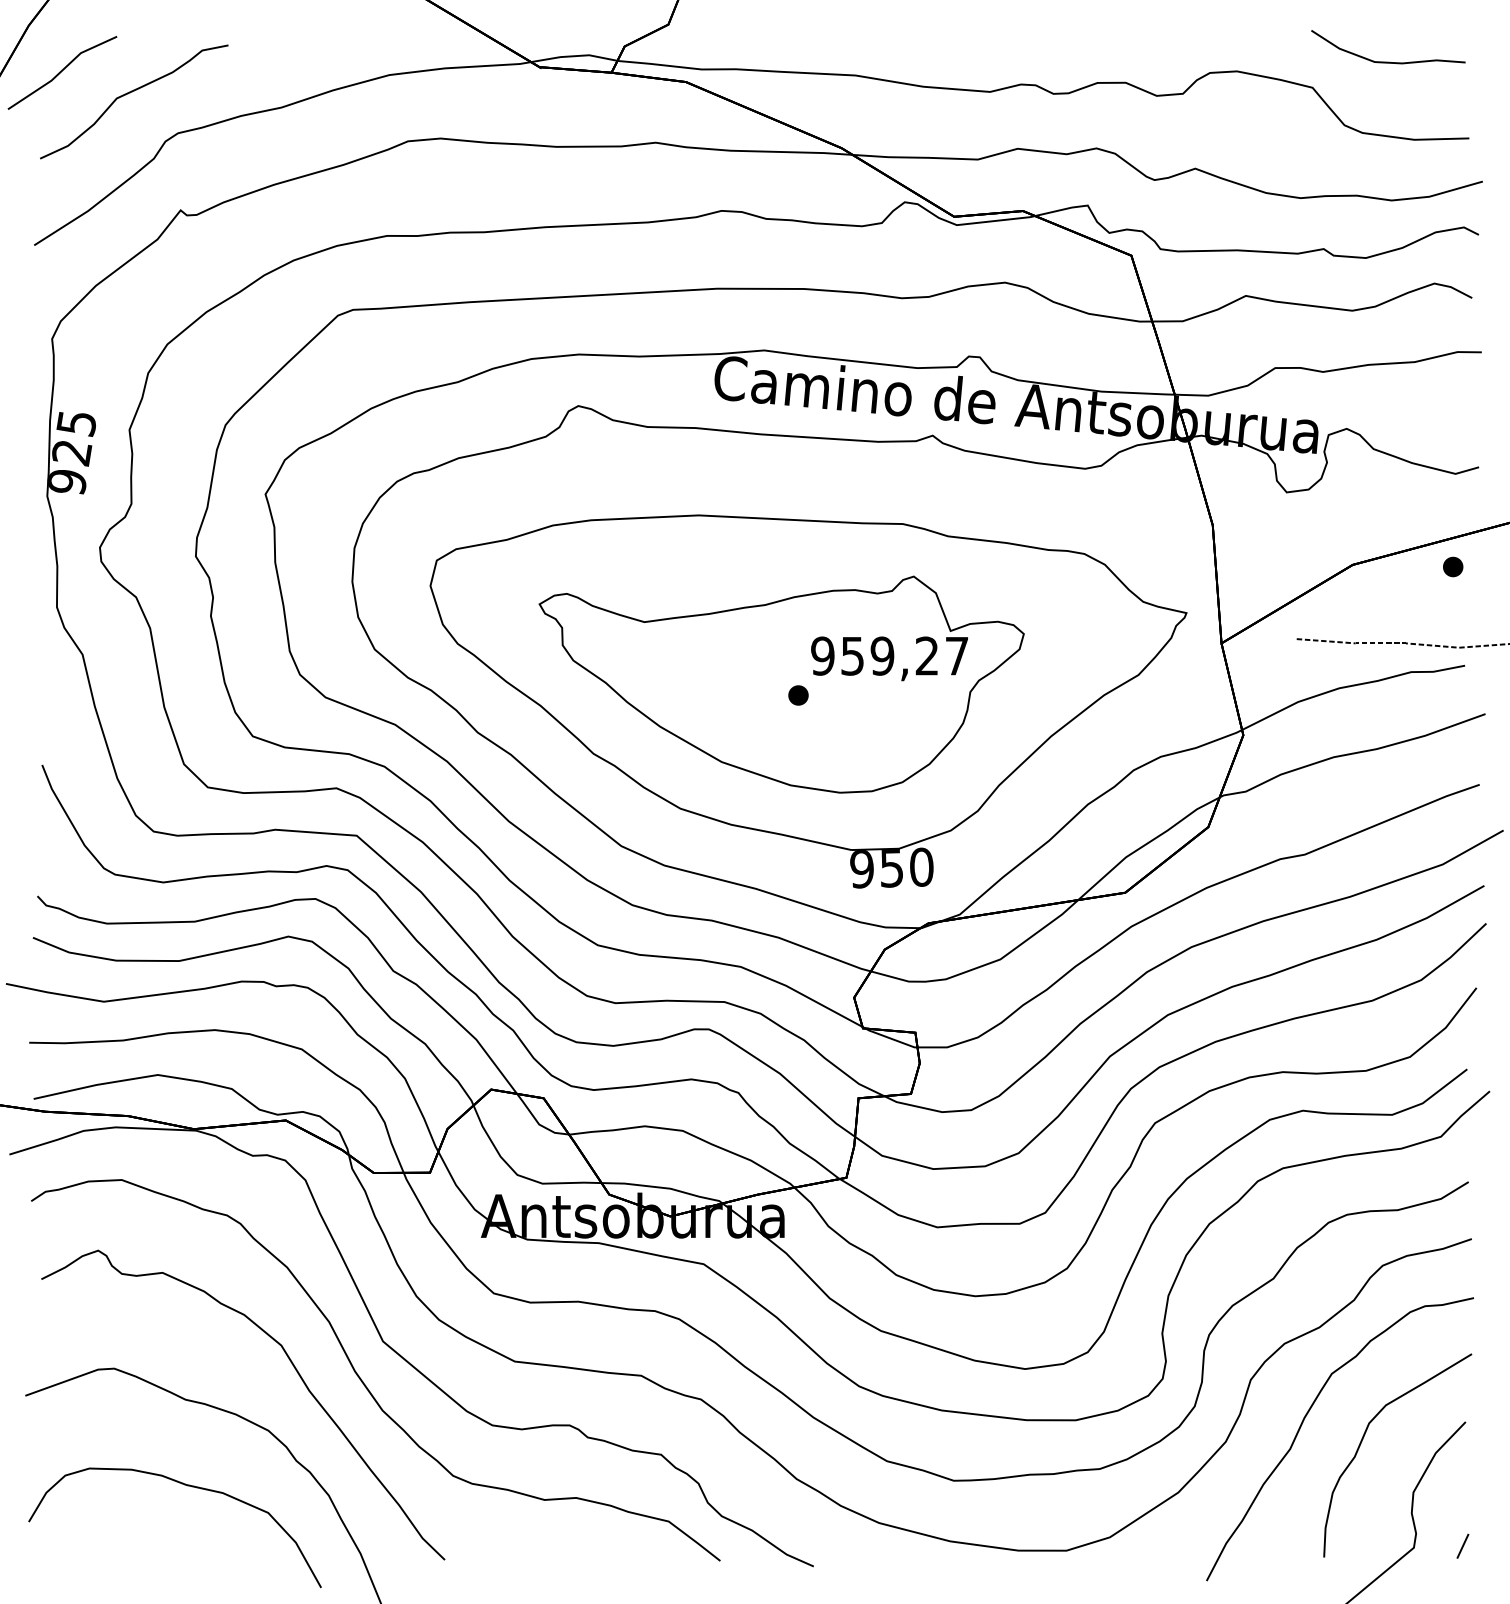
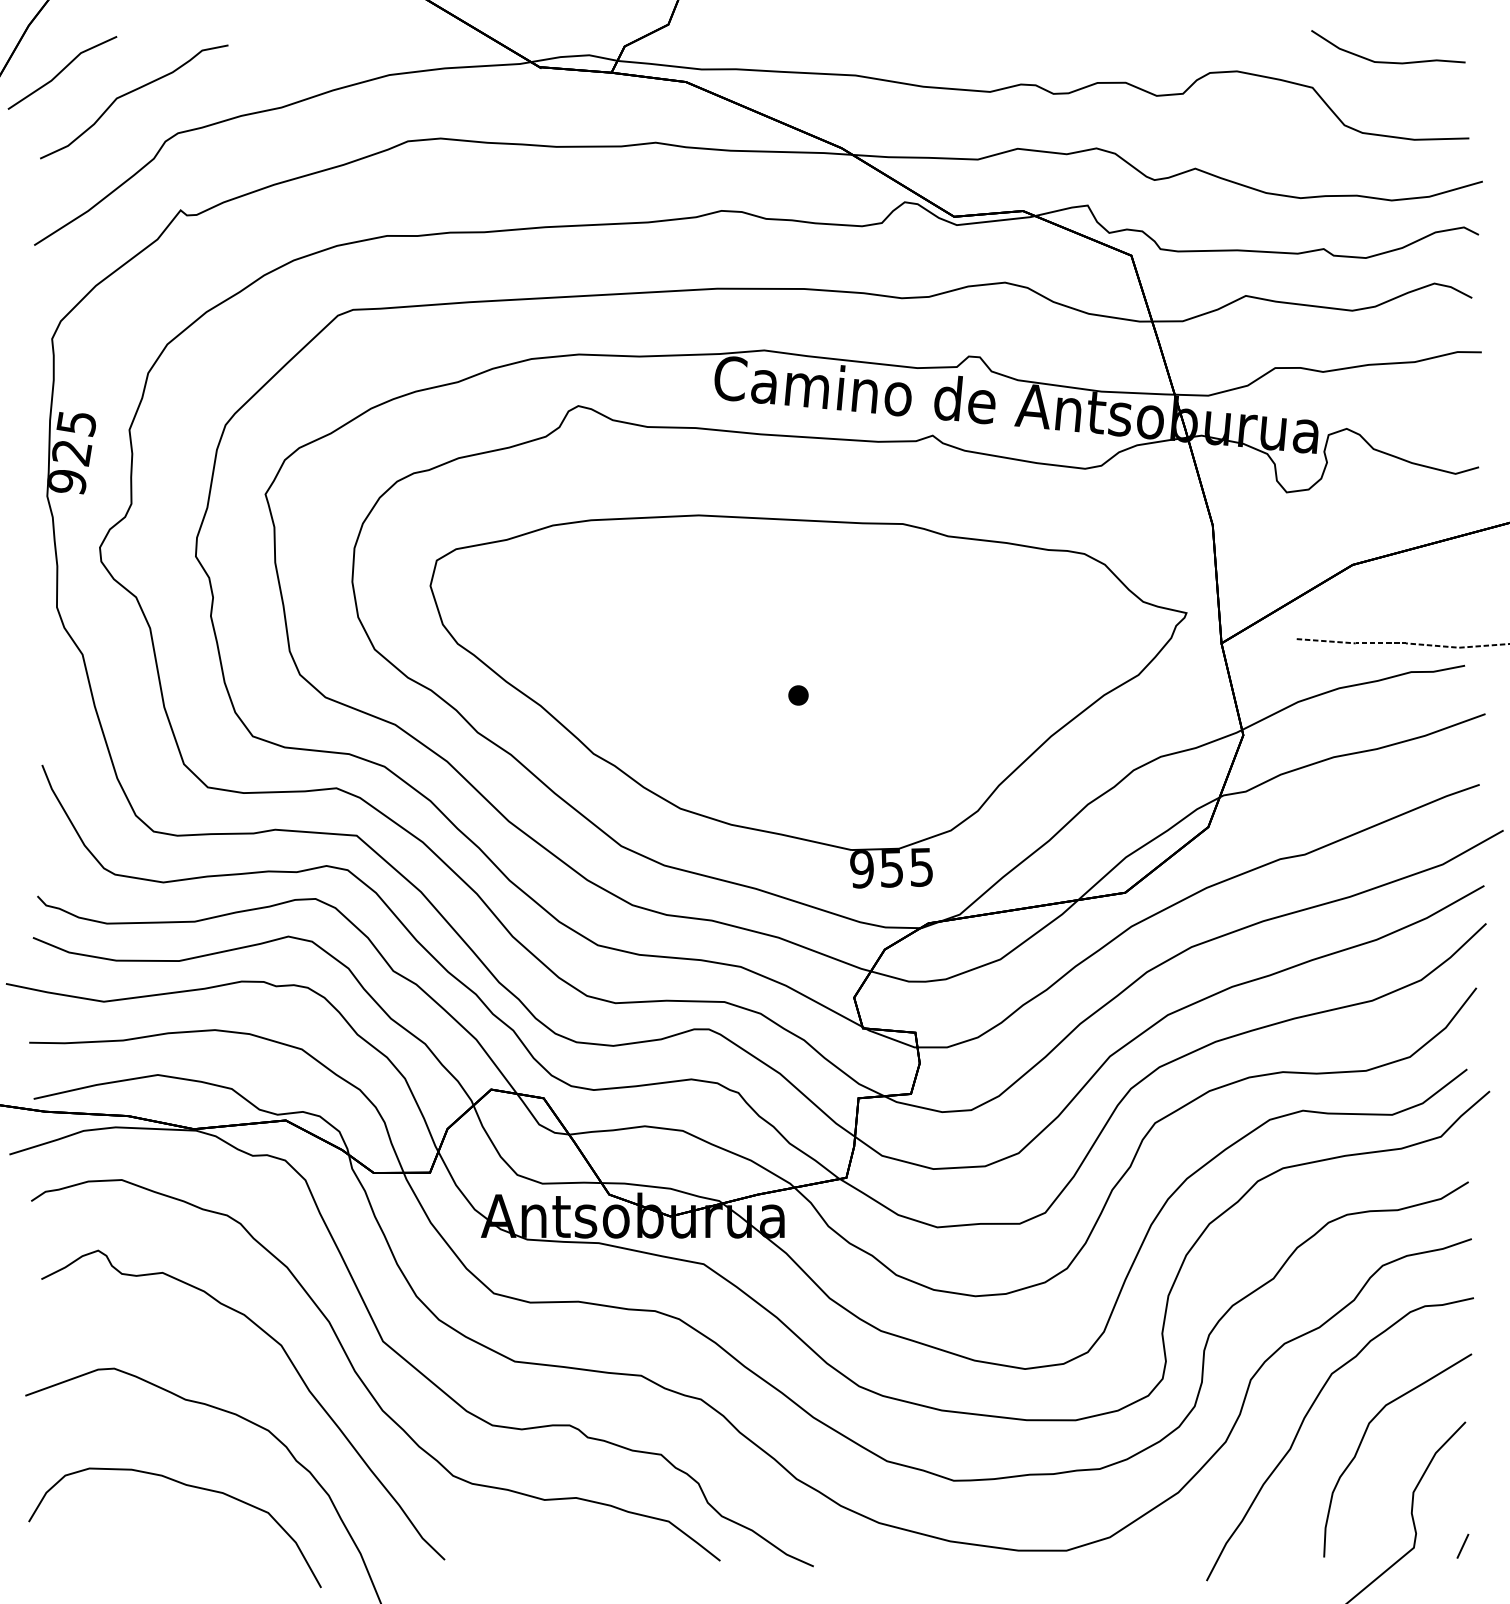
part at (1453, 566): present -> none
part at (781, 684): present -> none
text at (921, 866): 950 -> 955
